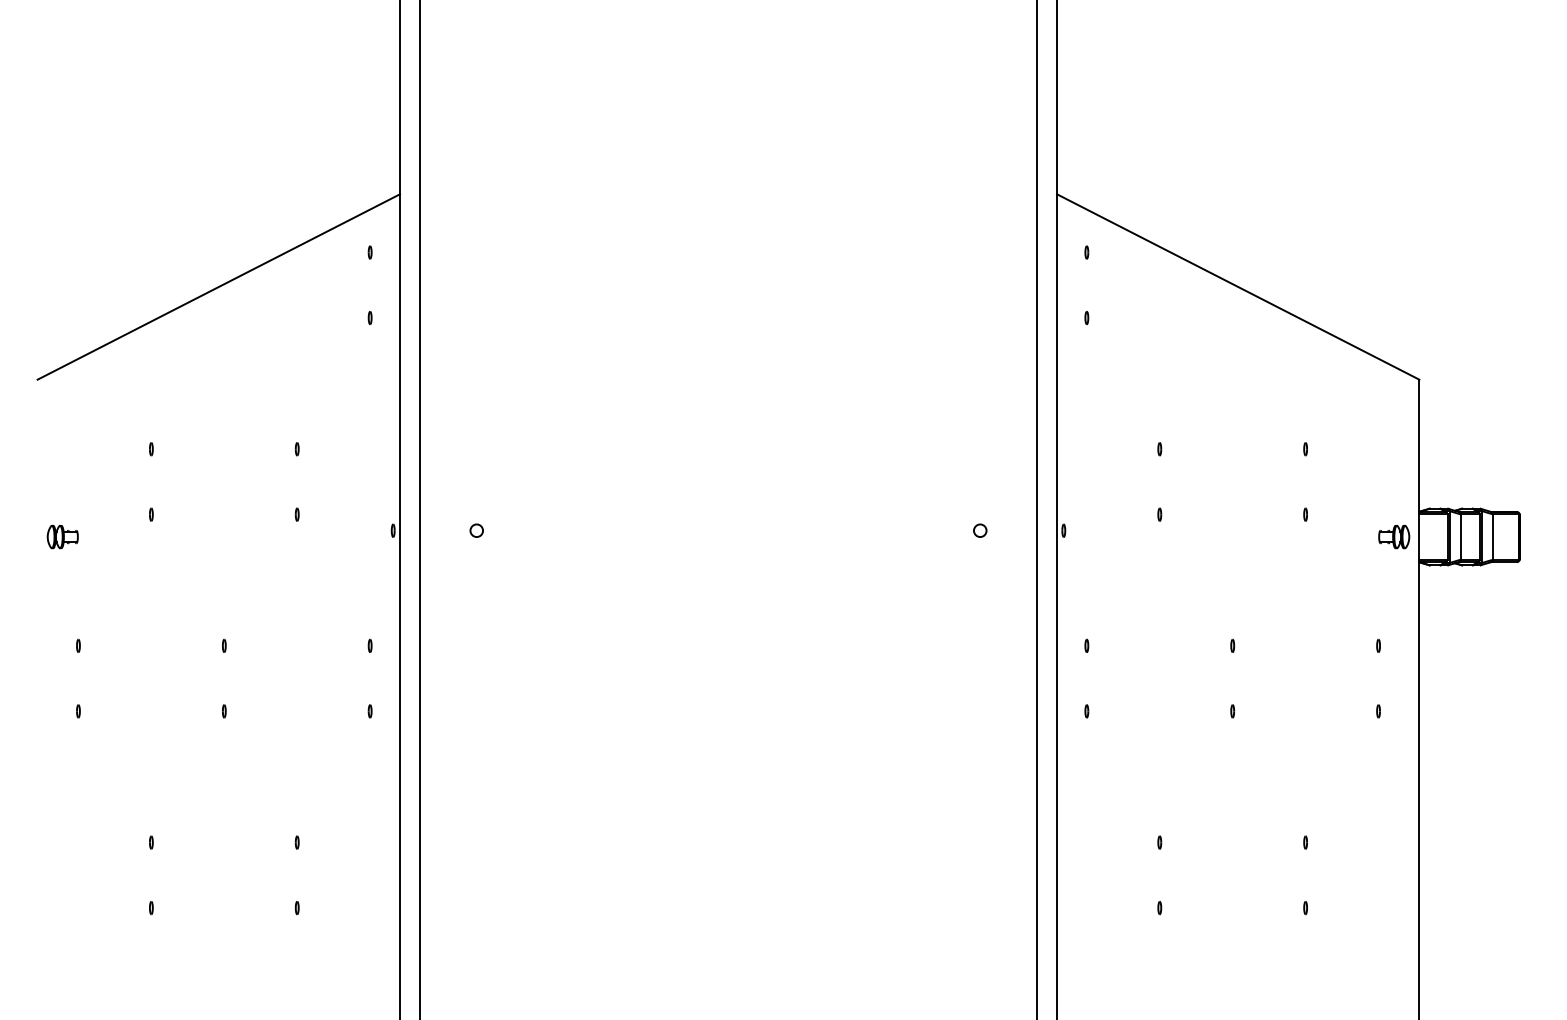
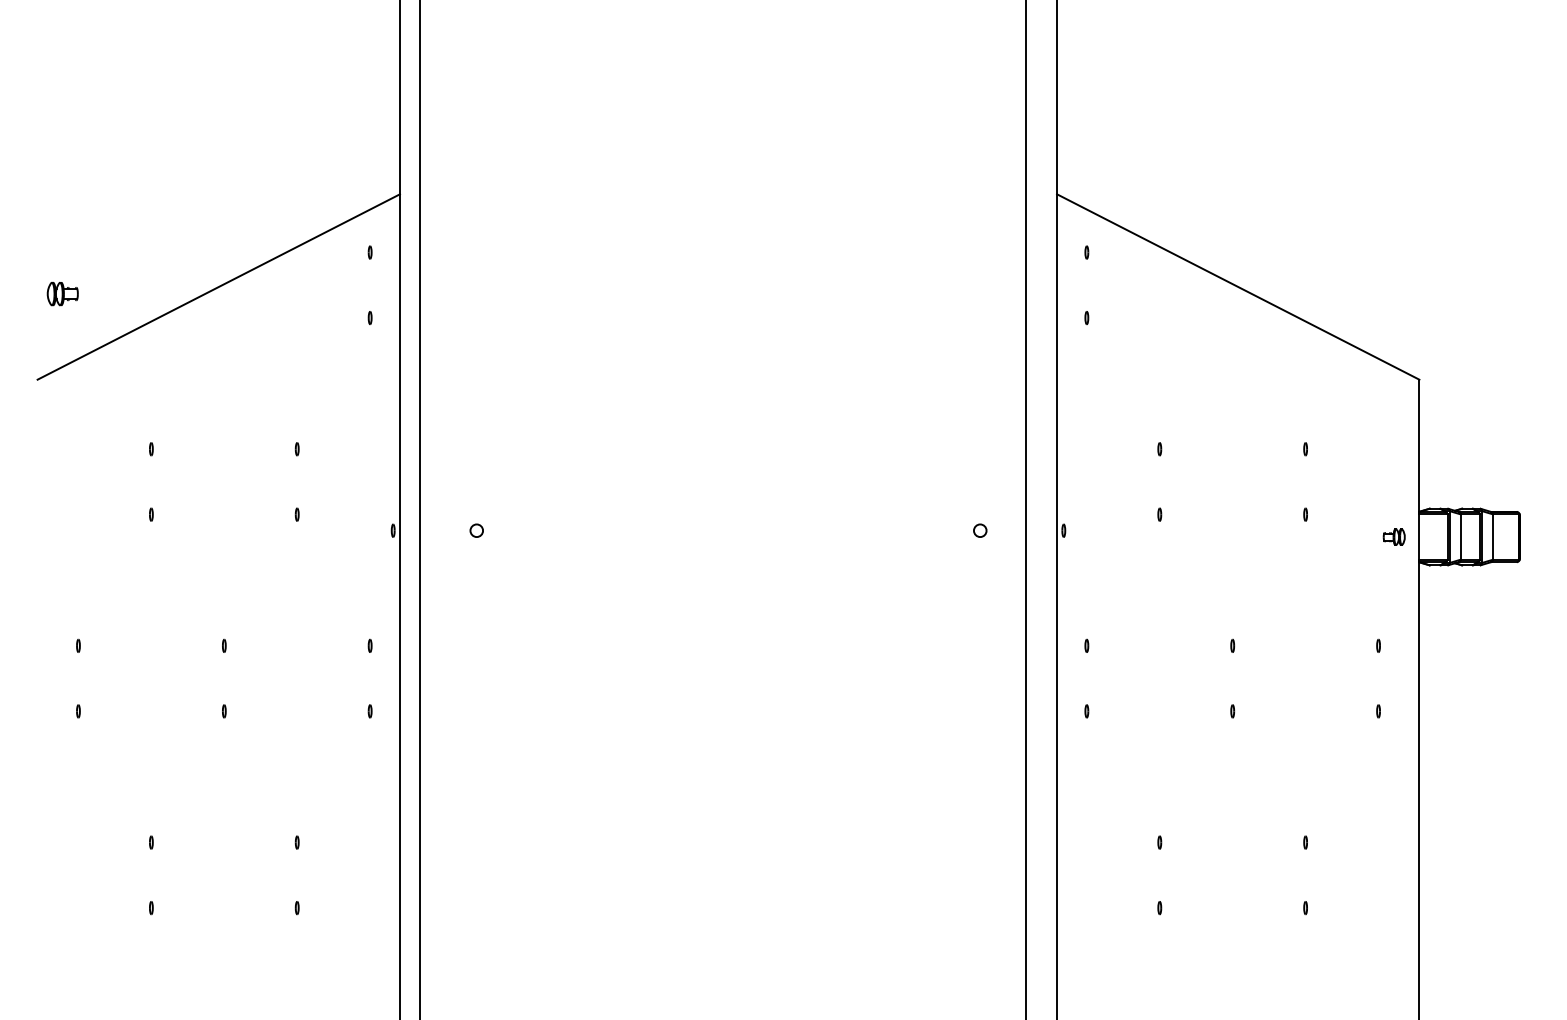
line at (1036, 509) position: (1036, 509) -> (1025, 509)
part at (62, 536) position: (62, 536) -> (62, 293)
part at (1394, 537) size: 33x25 px -> 24x18 px
